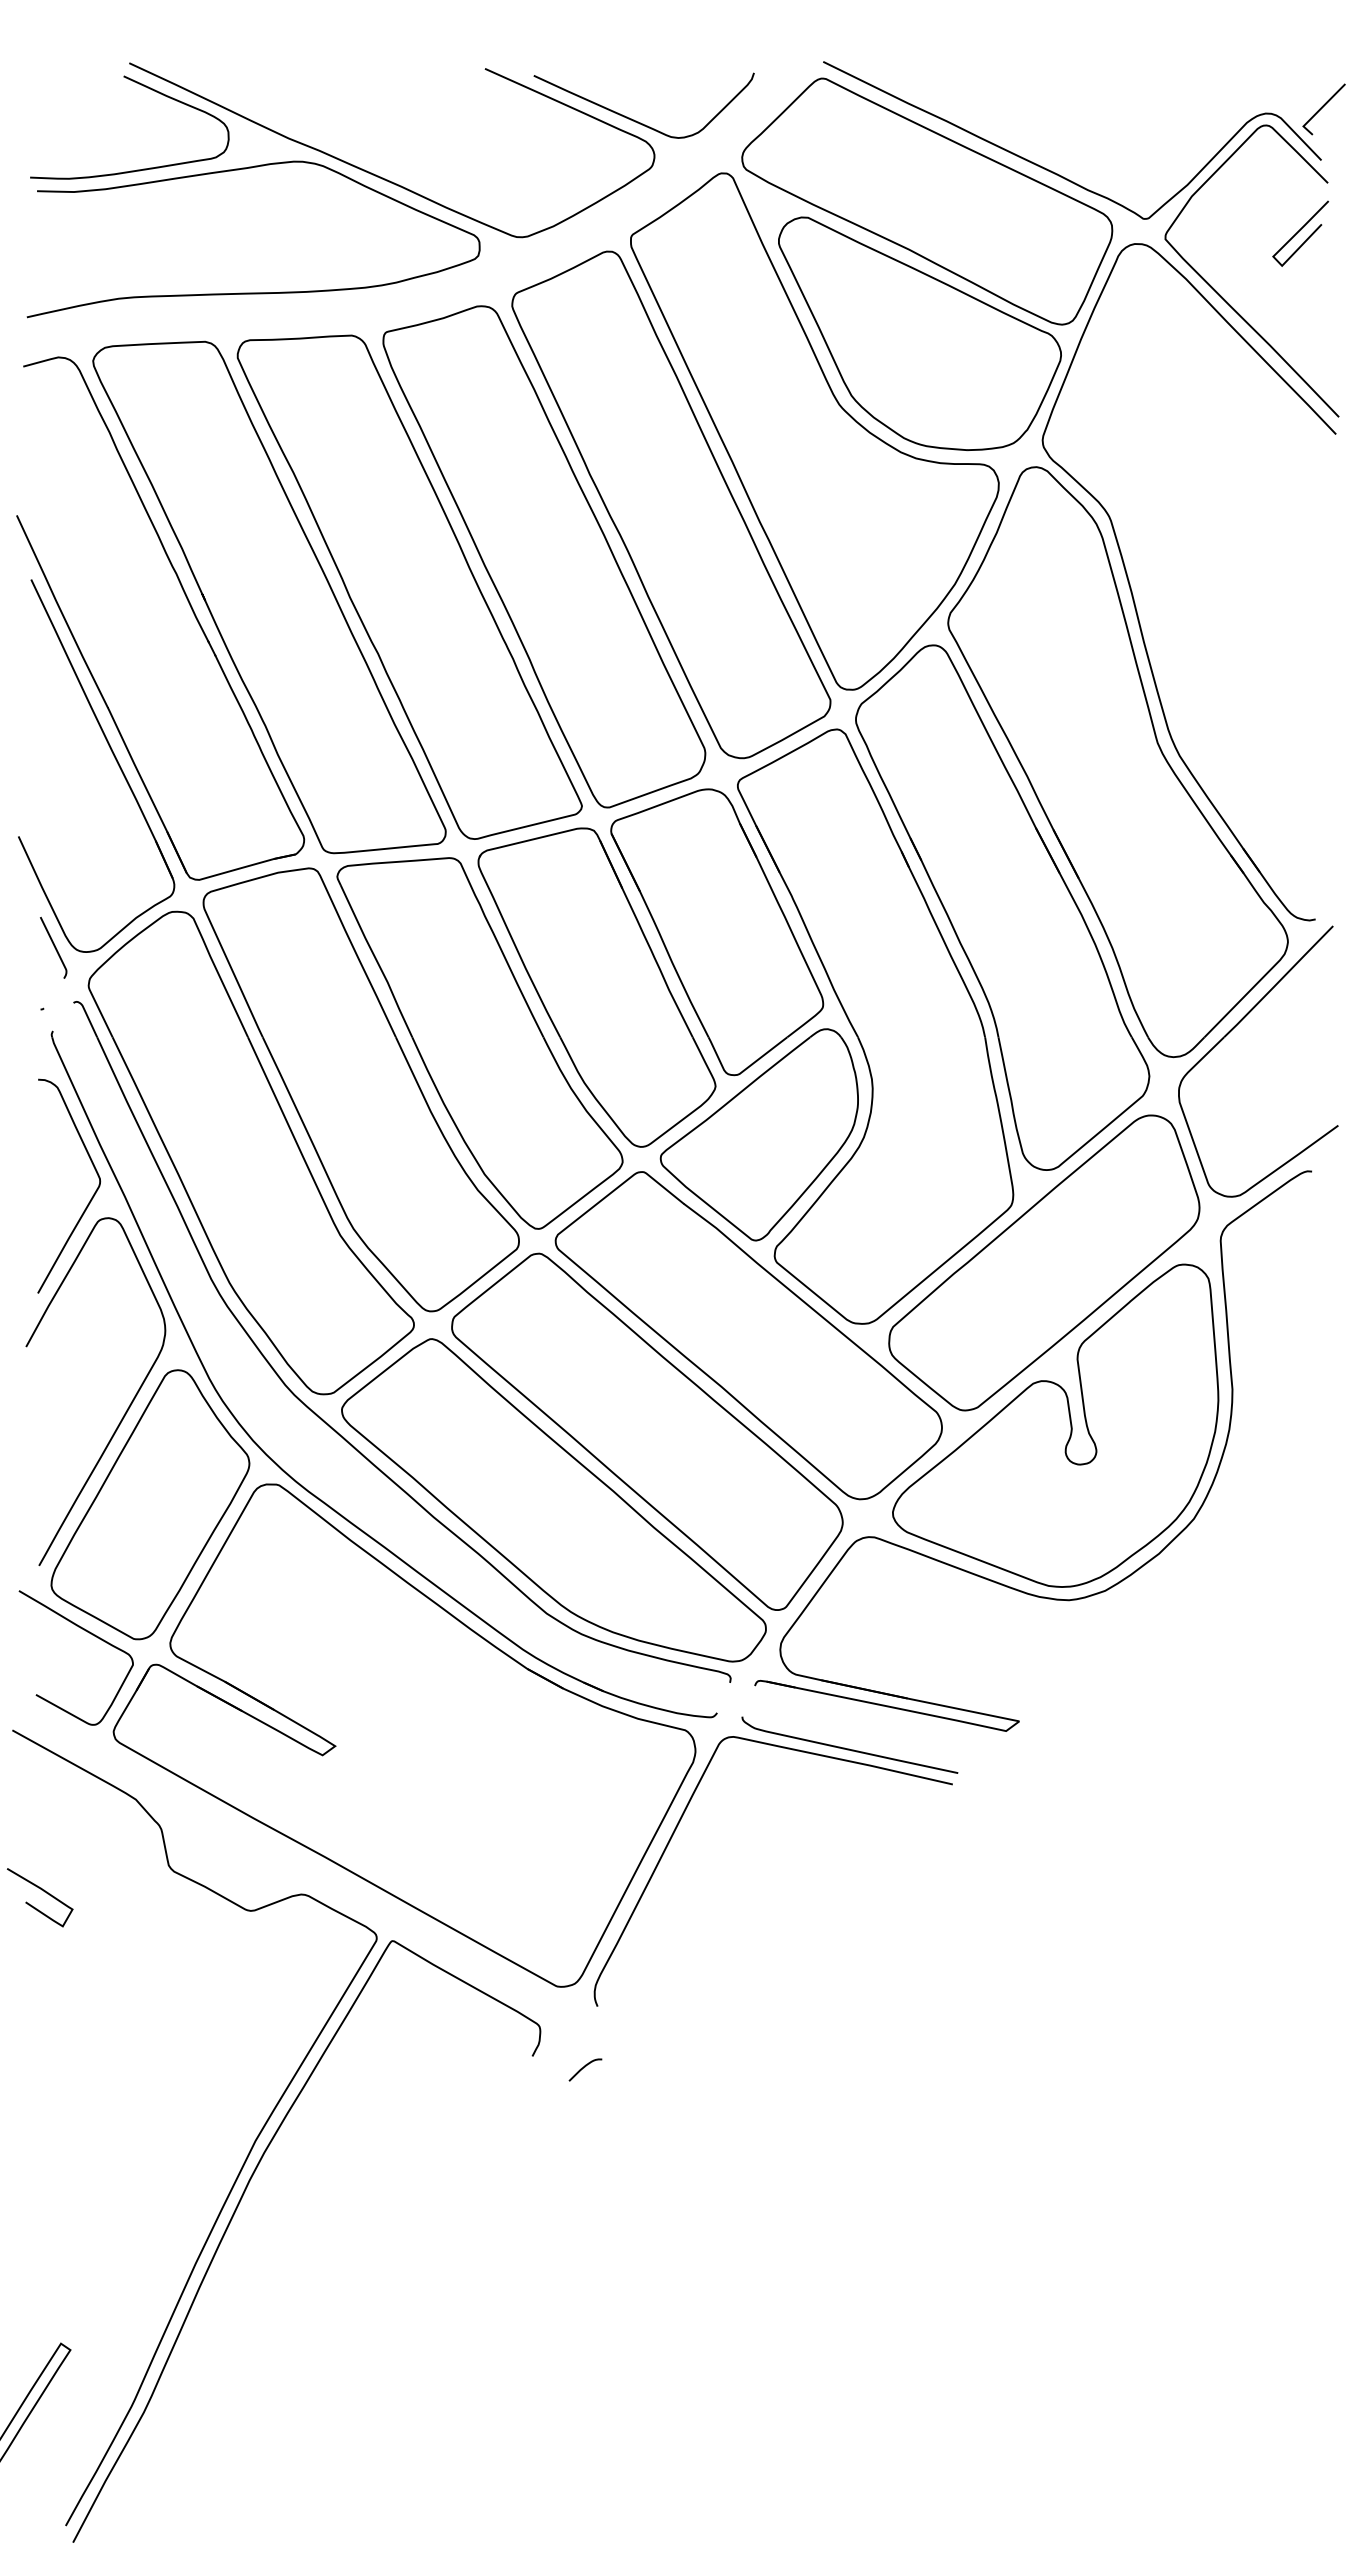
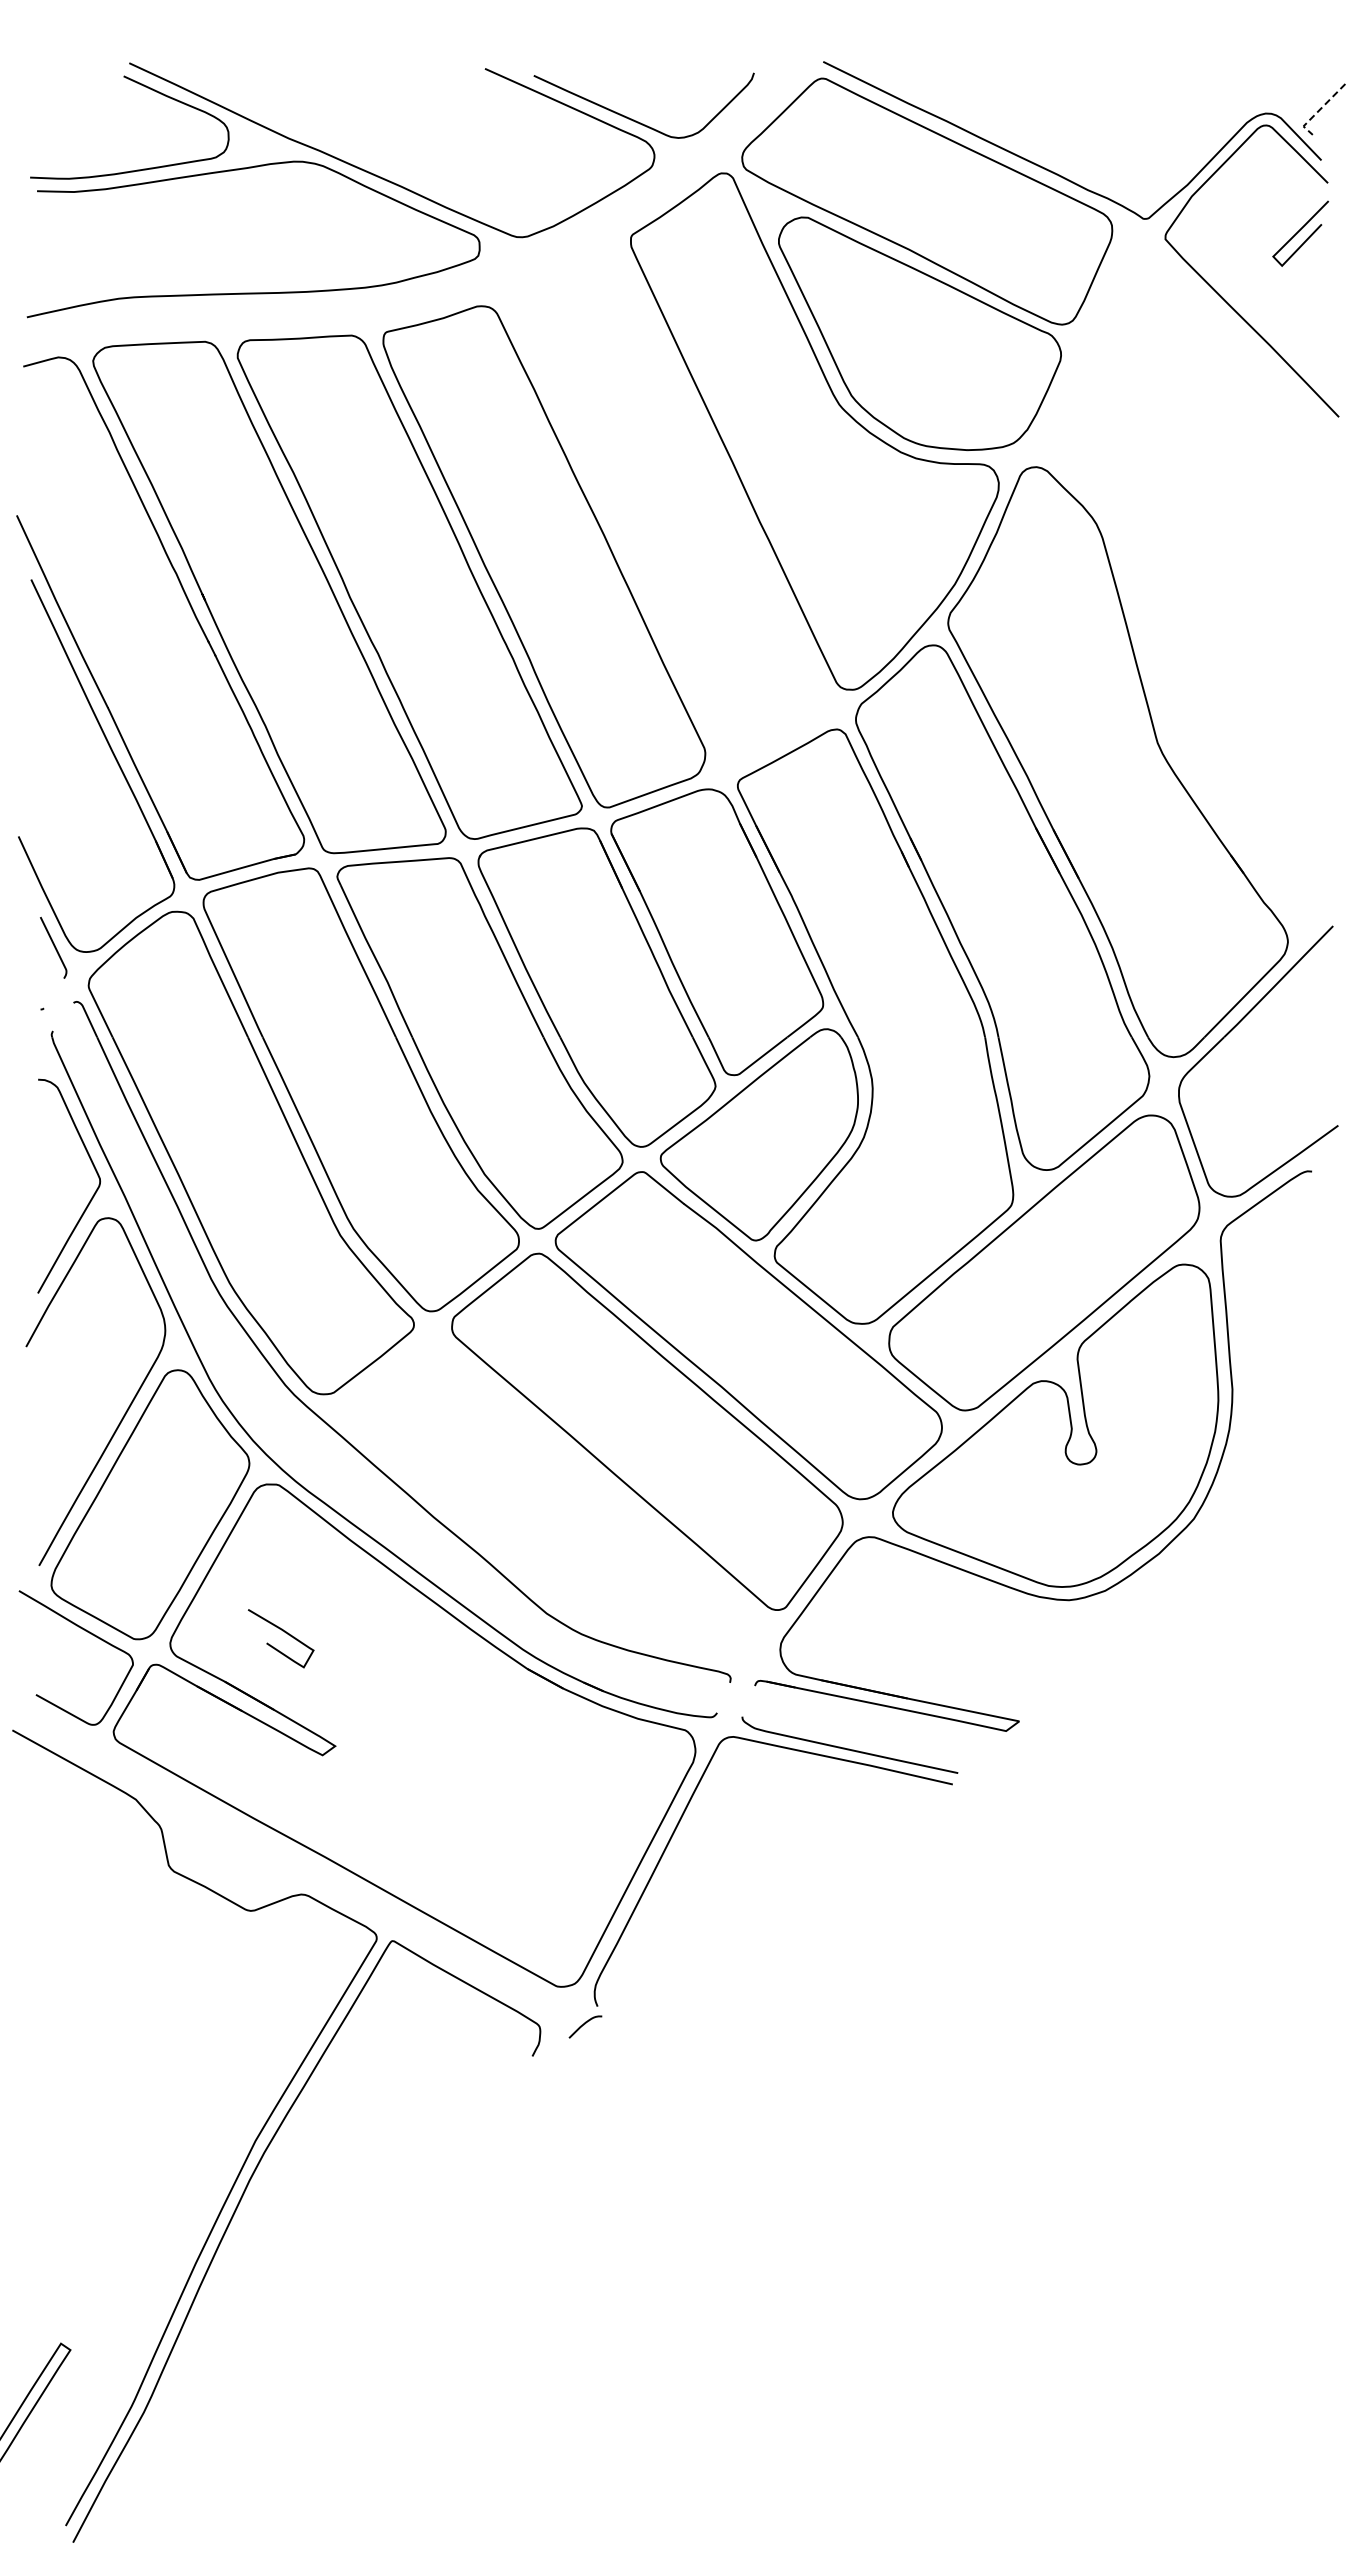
line at (1319, 110): solid -> dashed
part at (671, 504): present -> none
part at (1133, 594): present -> none
part at (553, 1500): present -> none
curve at (44, 1892) position: (44, 1892) -> (285, 1633)
curve at (585, 2067) position: (585, 2067) -> (585, 2024)
